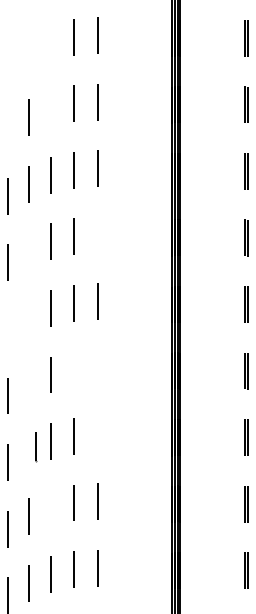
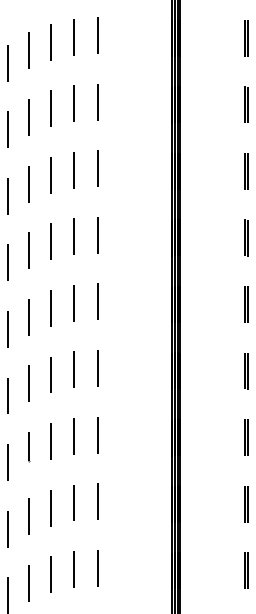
line at (50, 42): none -> present
line at (28, 50): none -> present
line at (7, 62): none -> present
line at (50, 108): none -> present
line at (7, 129): none -> present
line at (98, 234): none -> present
line at (28, 250): none -> present
line at (28, 316): none -> present
line at (7, 328): none -> present
line at (98, 368): none -> present
line at (73, 369): none -> present
line at (28, 383): none -> present
line at (98, 434): none -> present
line at (36, 447) position: (36, 447) -> (29, 447)
line at (50, 507): none -> present
